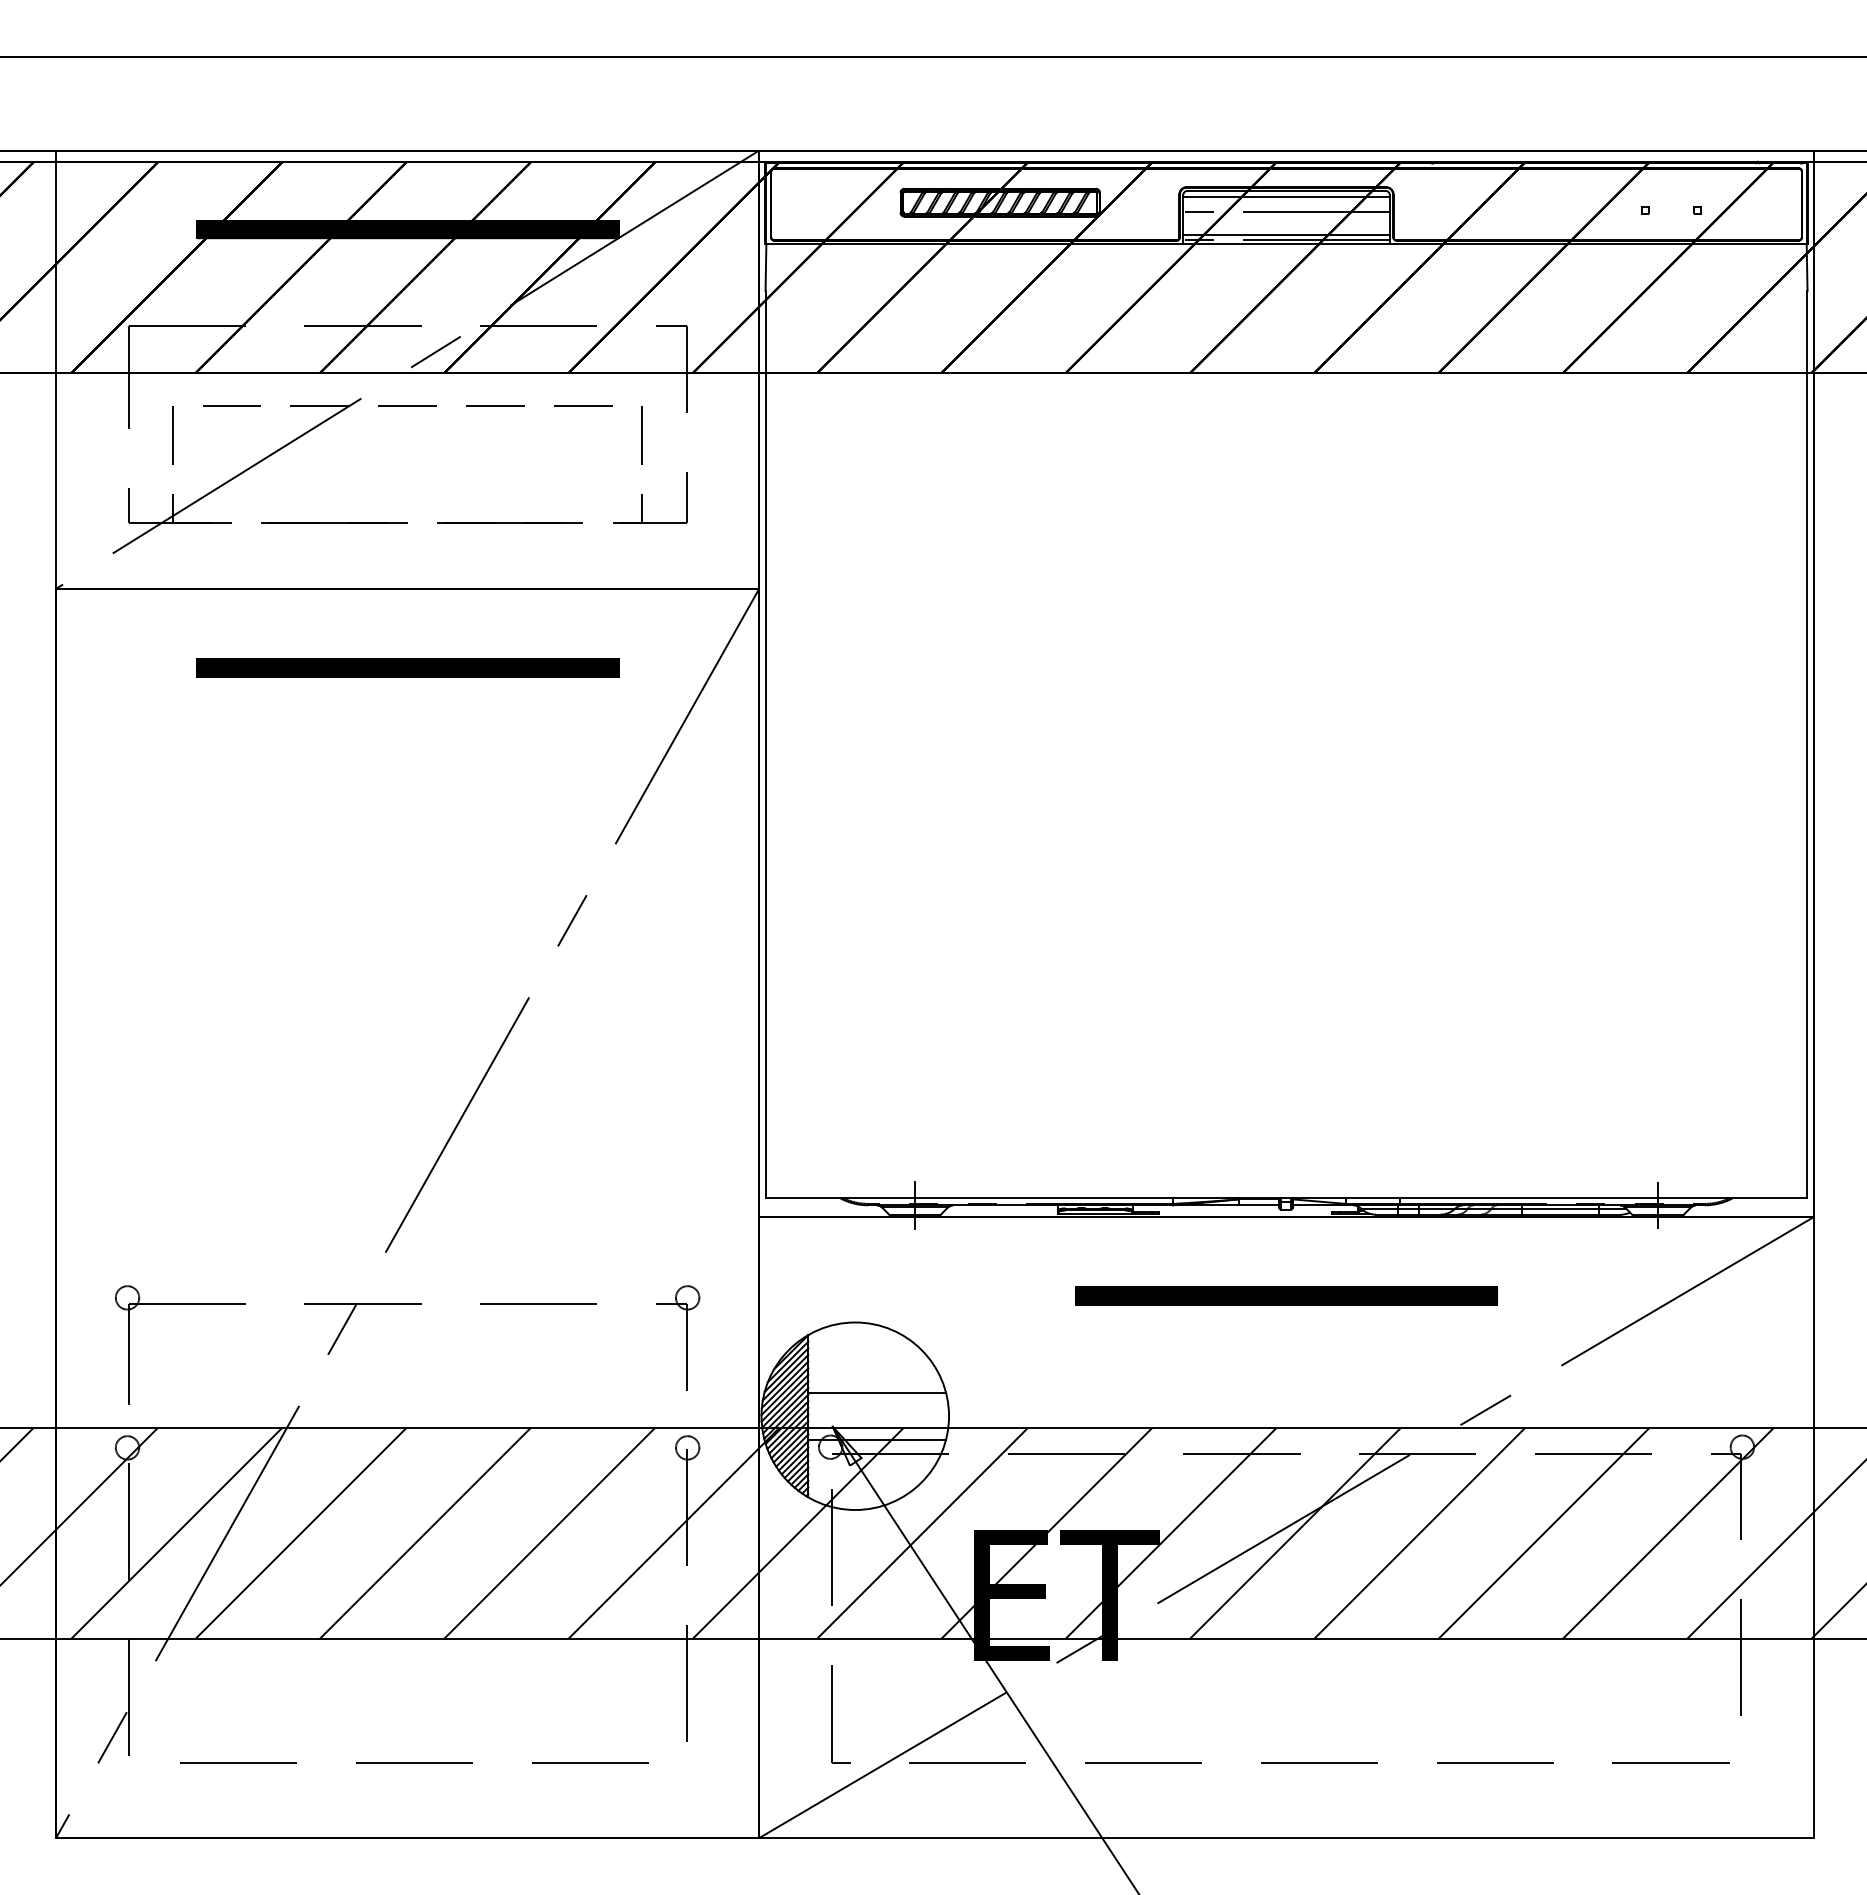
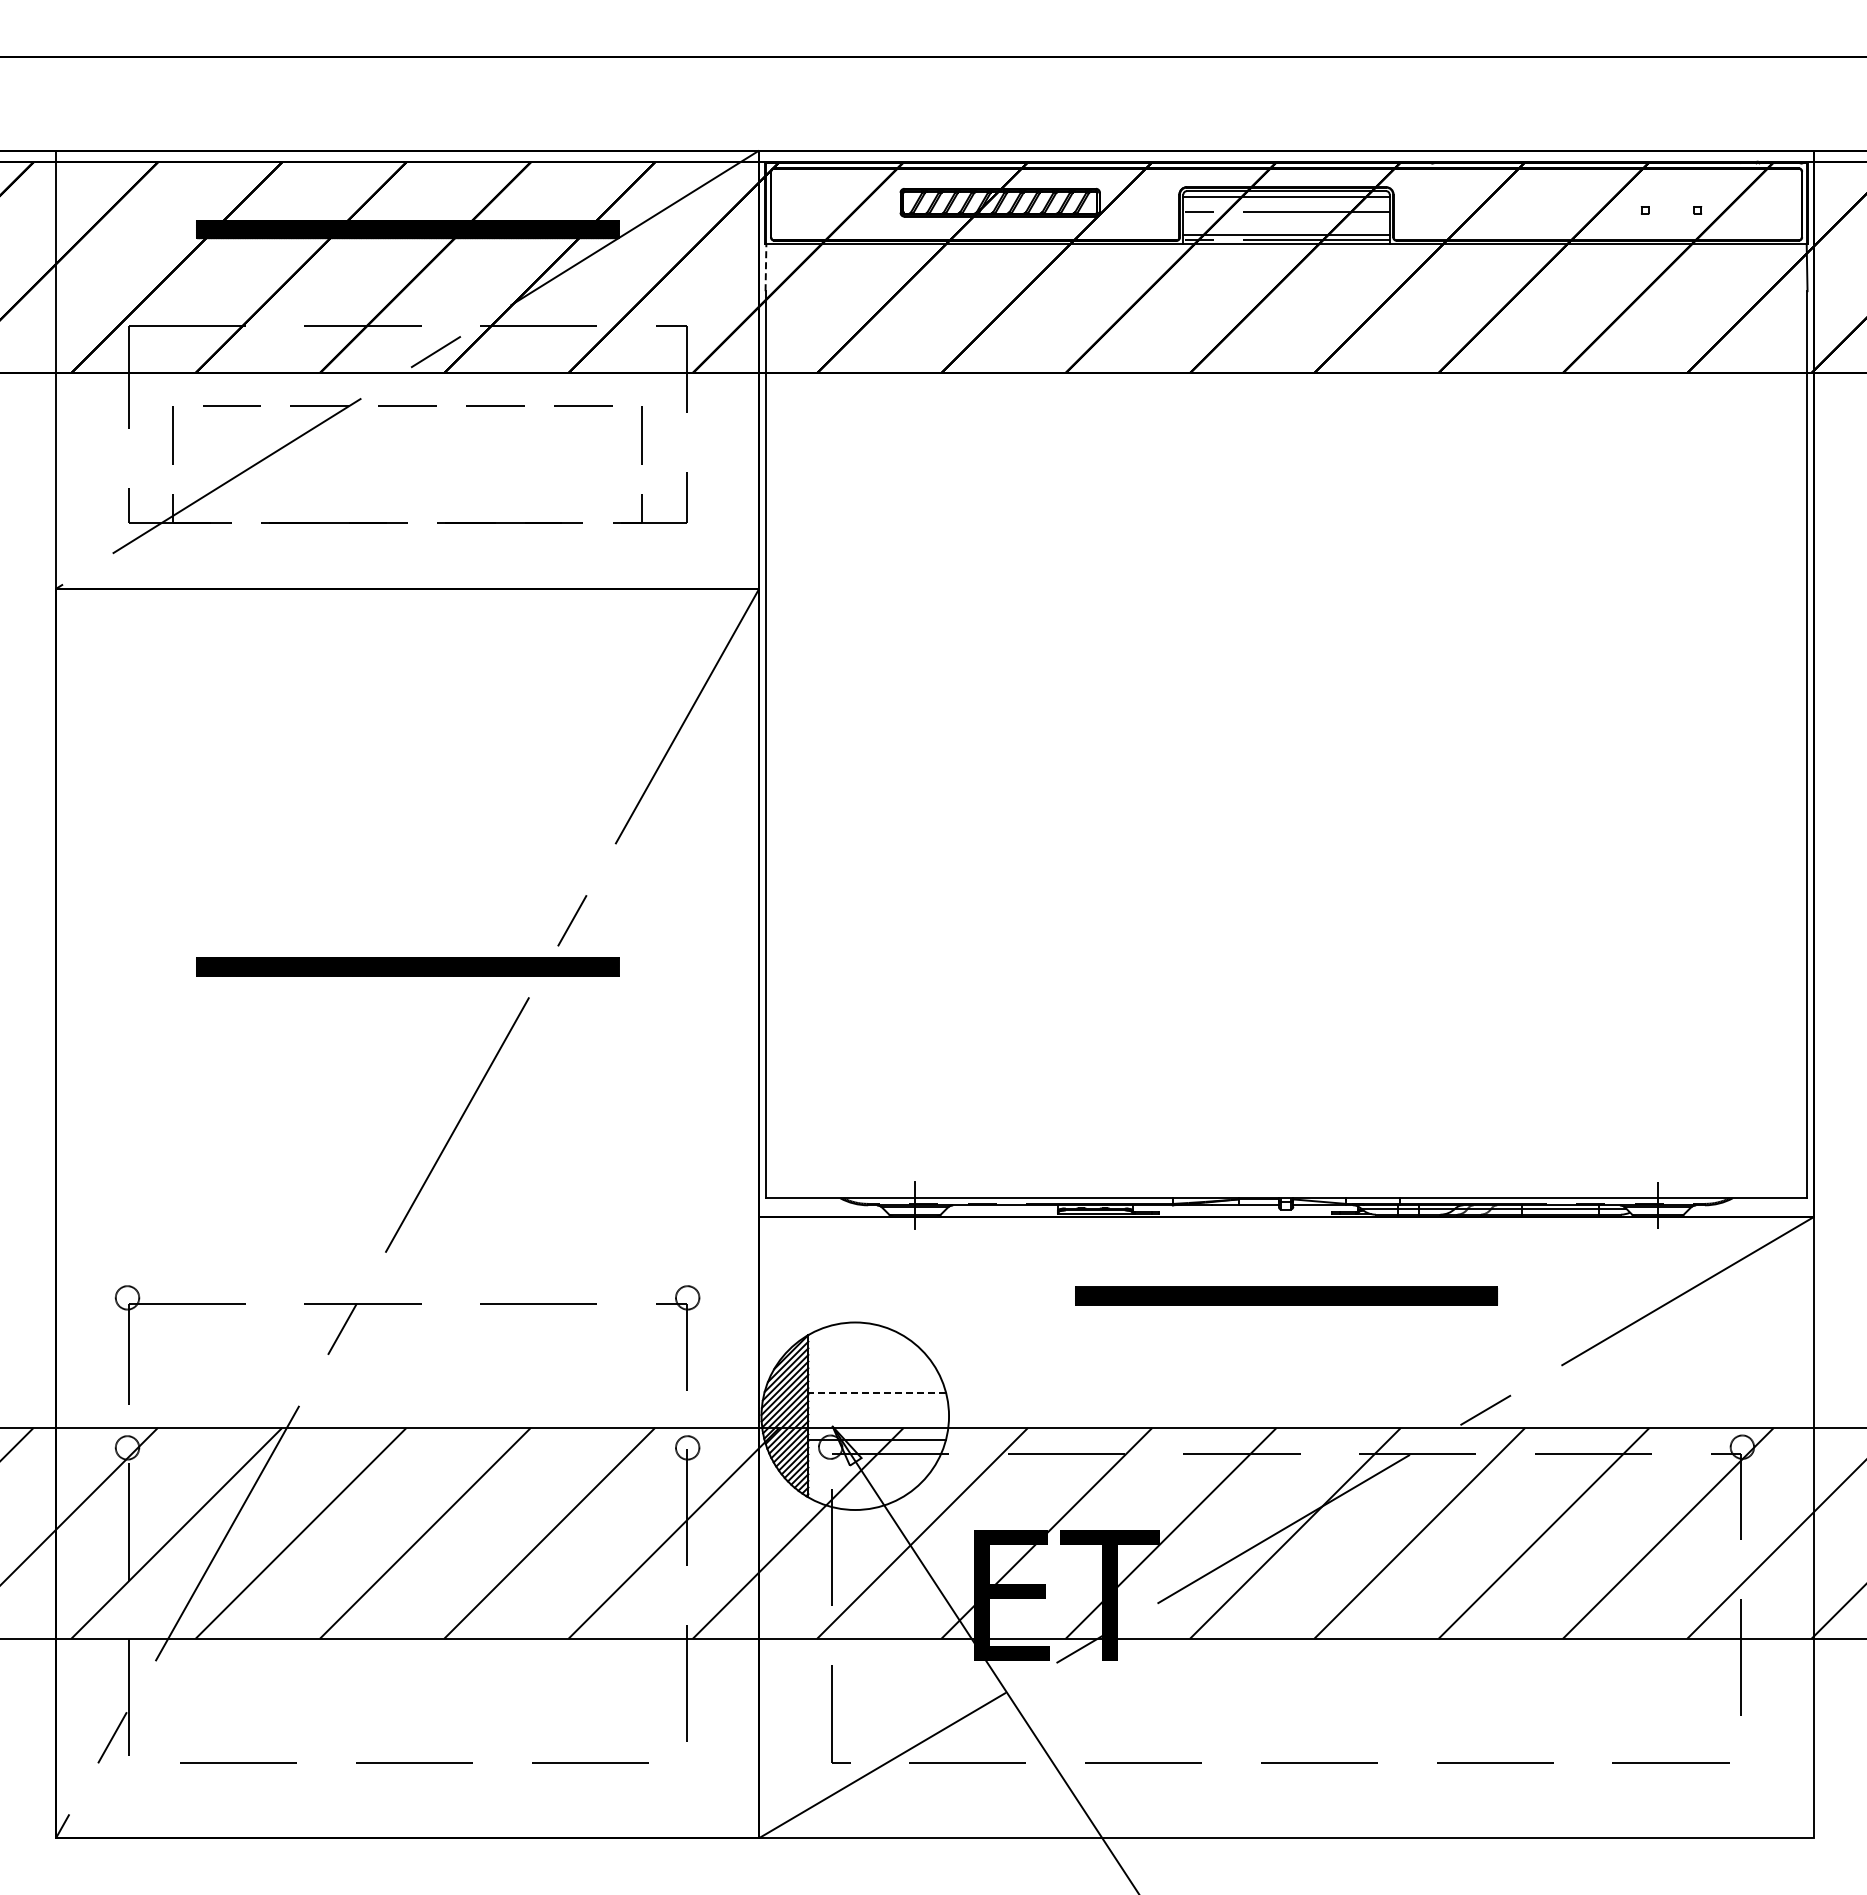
line at (765, 267): solid -> dashed
part at (407, 667) position: (407, 667) -> (407, 966)
line at (877, 1392): solid -> dashed
